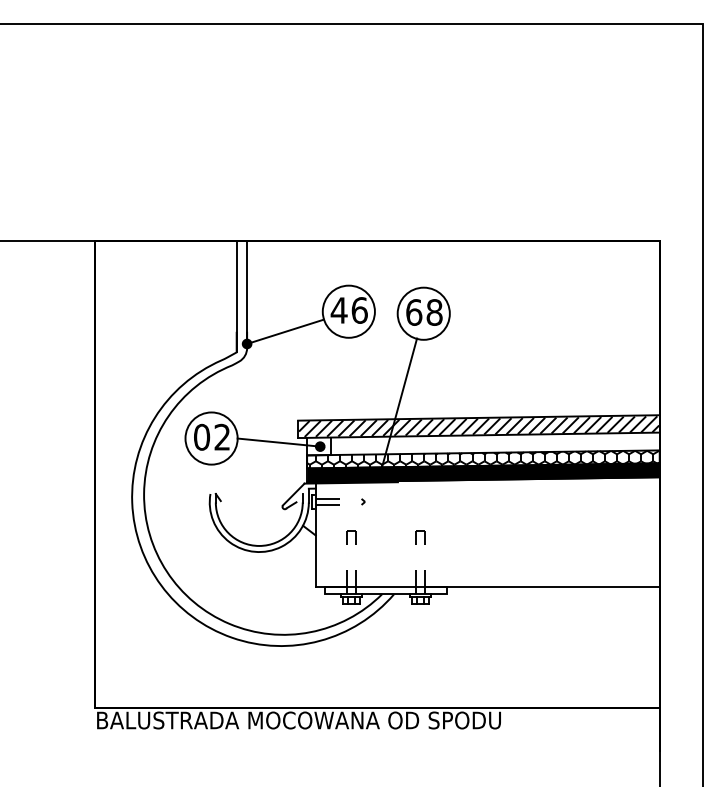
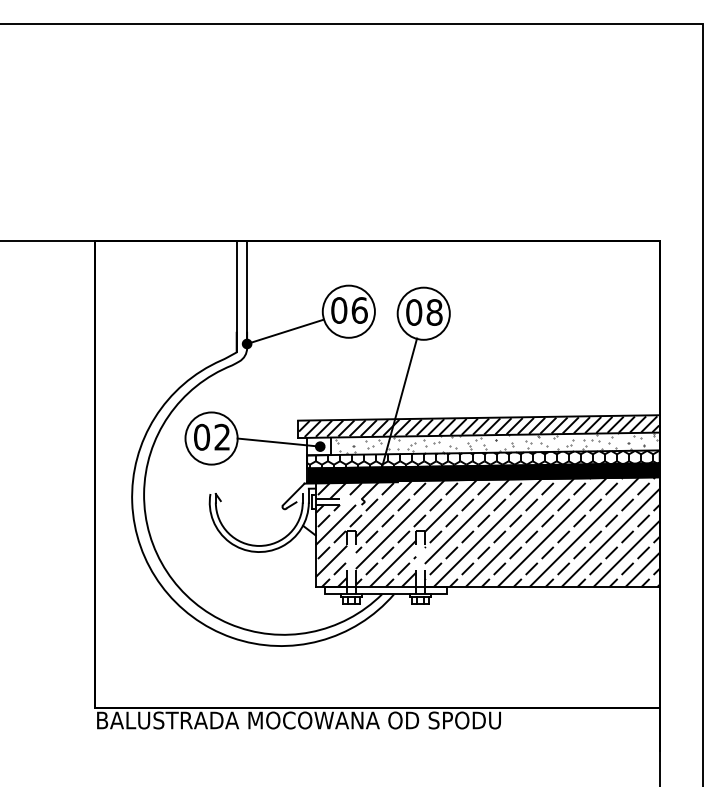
text at (338, 310): 46 -> 06
text at (414, 312): 68 -> 08
hatch at (496, 443): none -> present
hatch at (487, 532): none -> present
